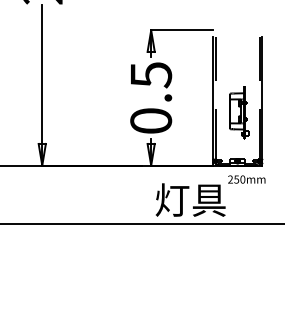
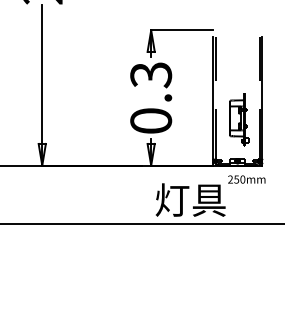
text at (150, 75): 0.5 -> 0.3
part at (239, 112) position: (239, 112) -> (239, 119)
